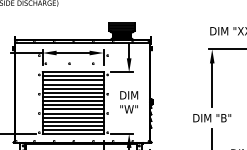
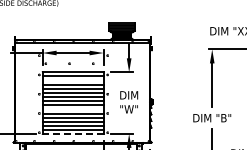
line at (72, 80): present -> none
line at (72, 109): present -> none
line at (73, 134): solid -> dashed
